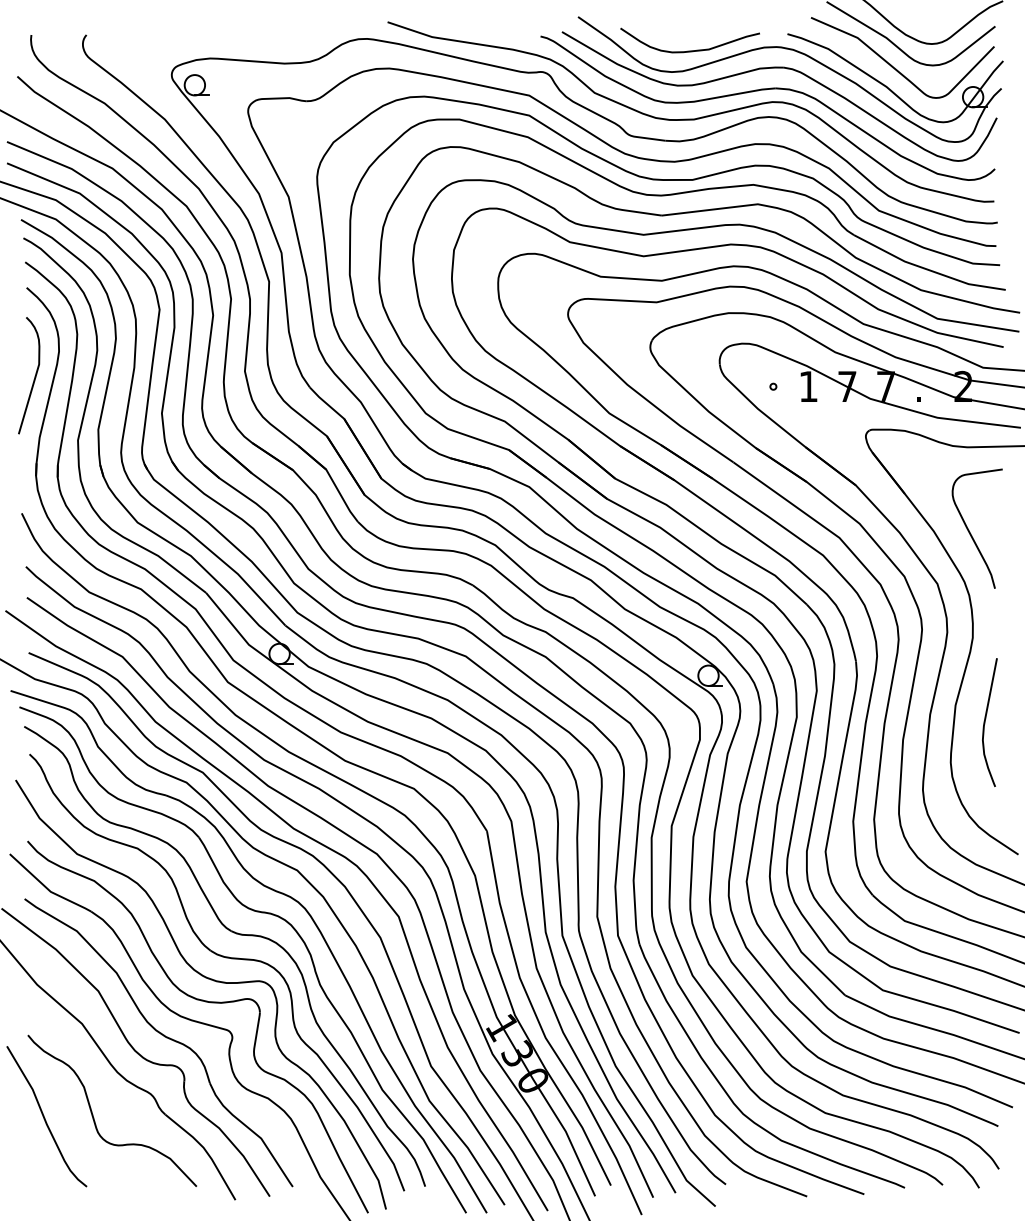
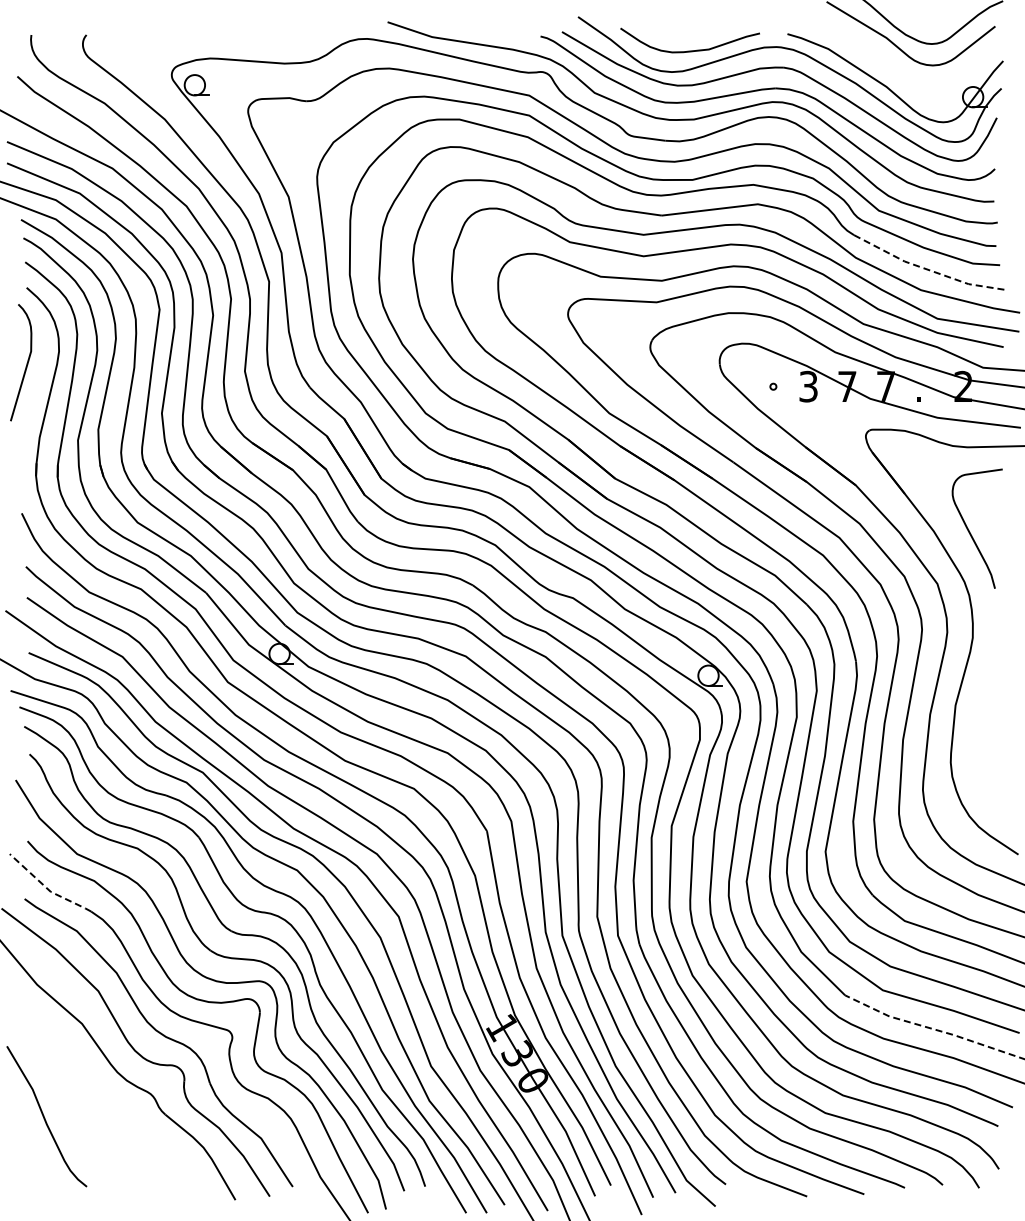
curve at (896, 68): present -> none
line at (927, 269): solid -> dashed
curve at (34, 376) position: (34, 376) -> (26, 363)
text at (808, 386): 1 -> 3
curve at (985, 722): present -> none
line at (47, 889): solid -> dashed
line at (933, 1029): solid -> dashed
curve at (94, 1117): present -> none
